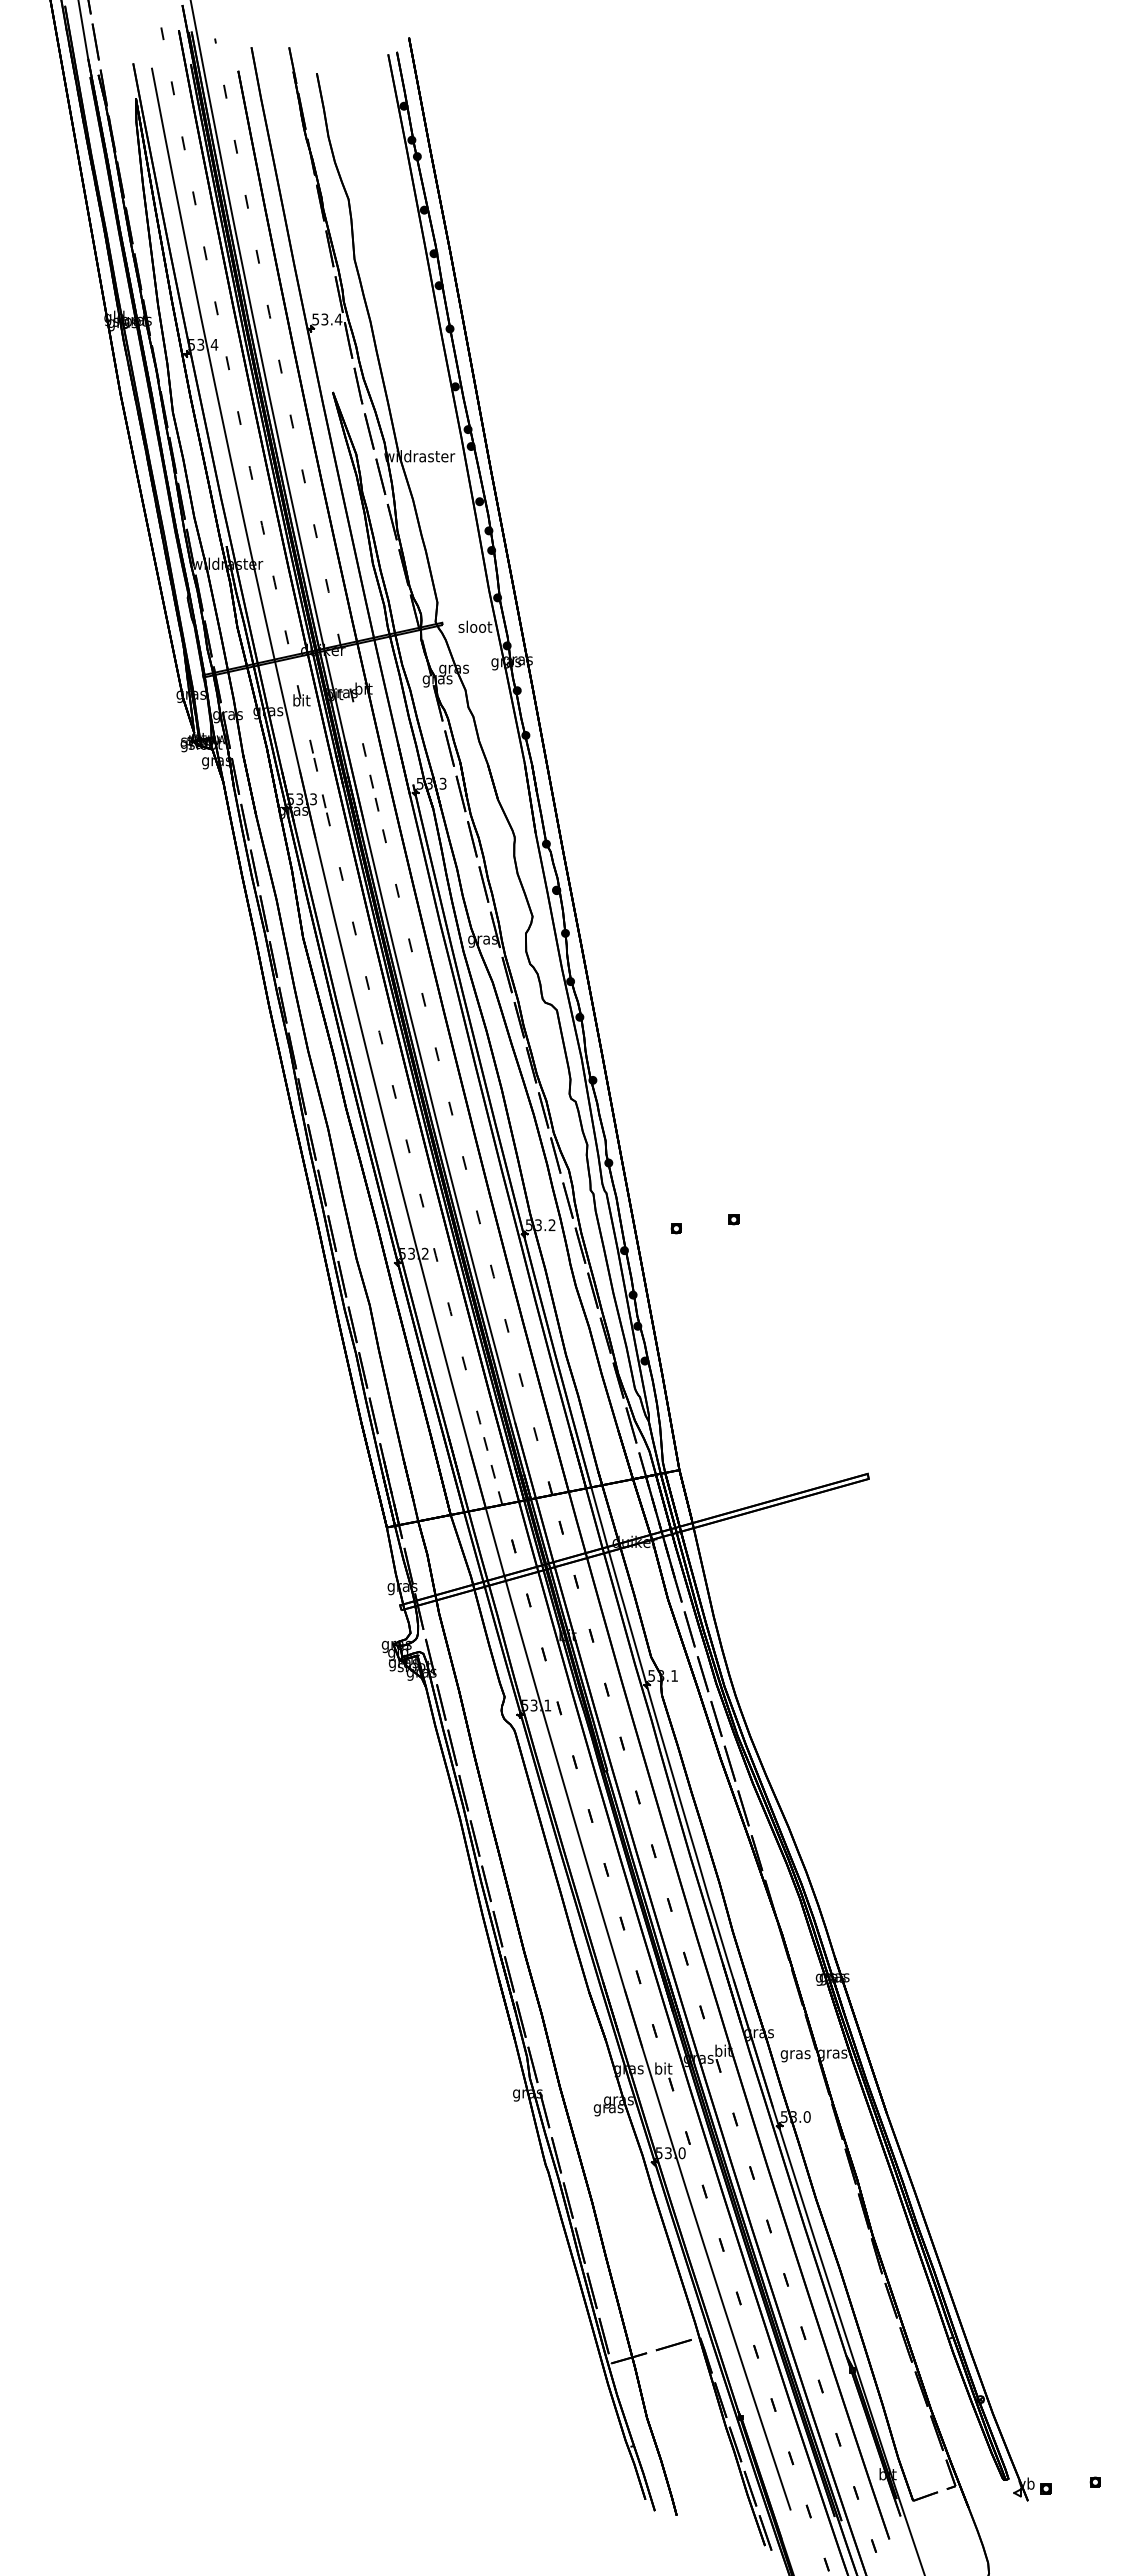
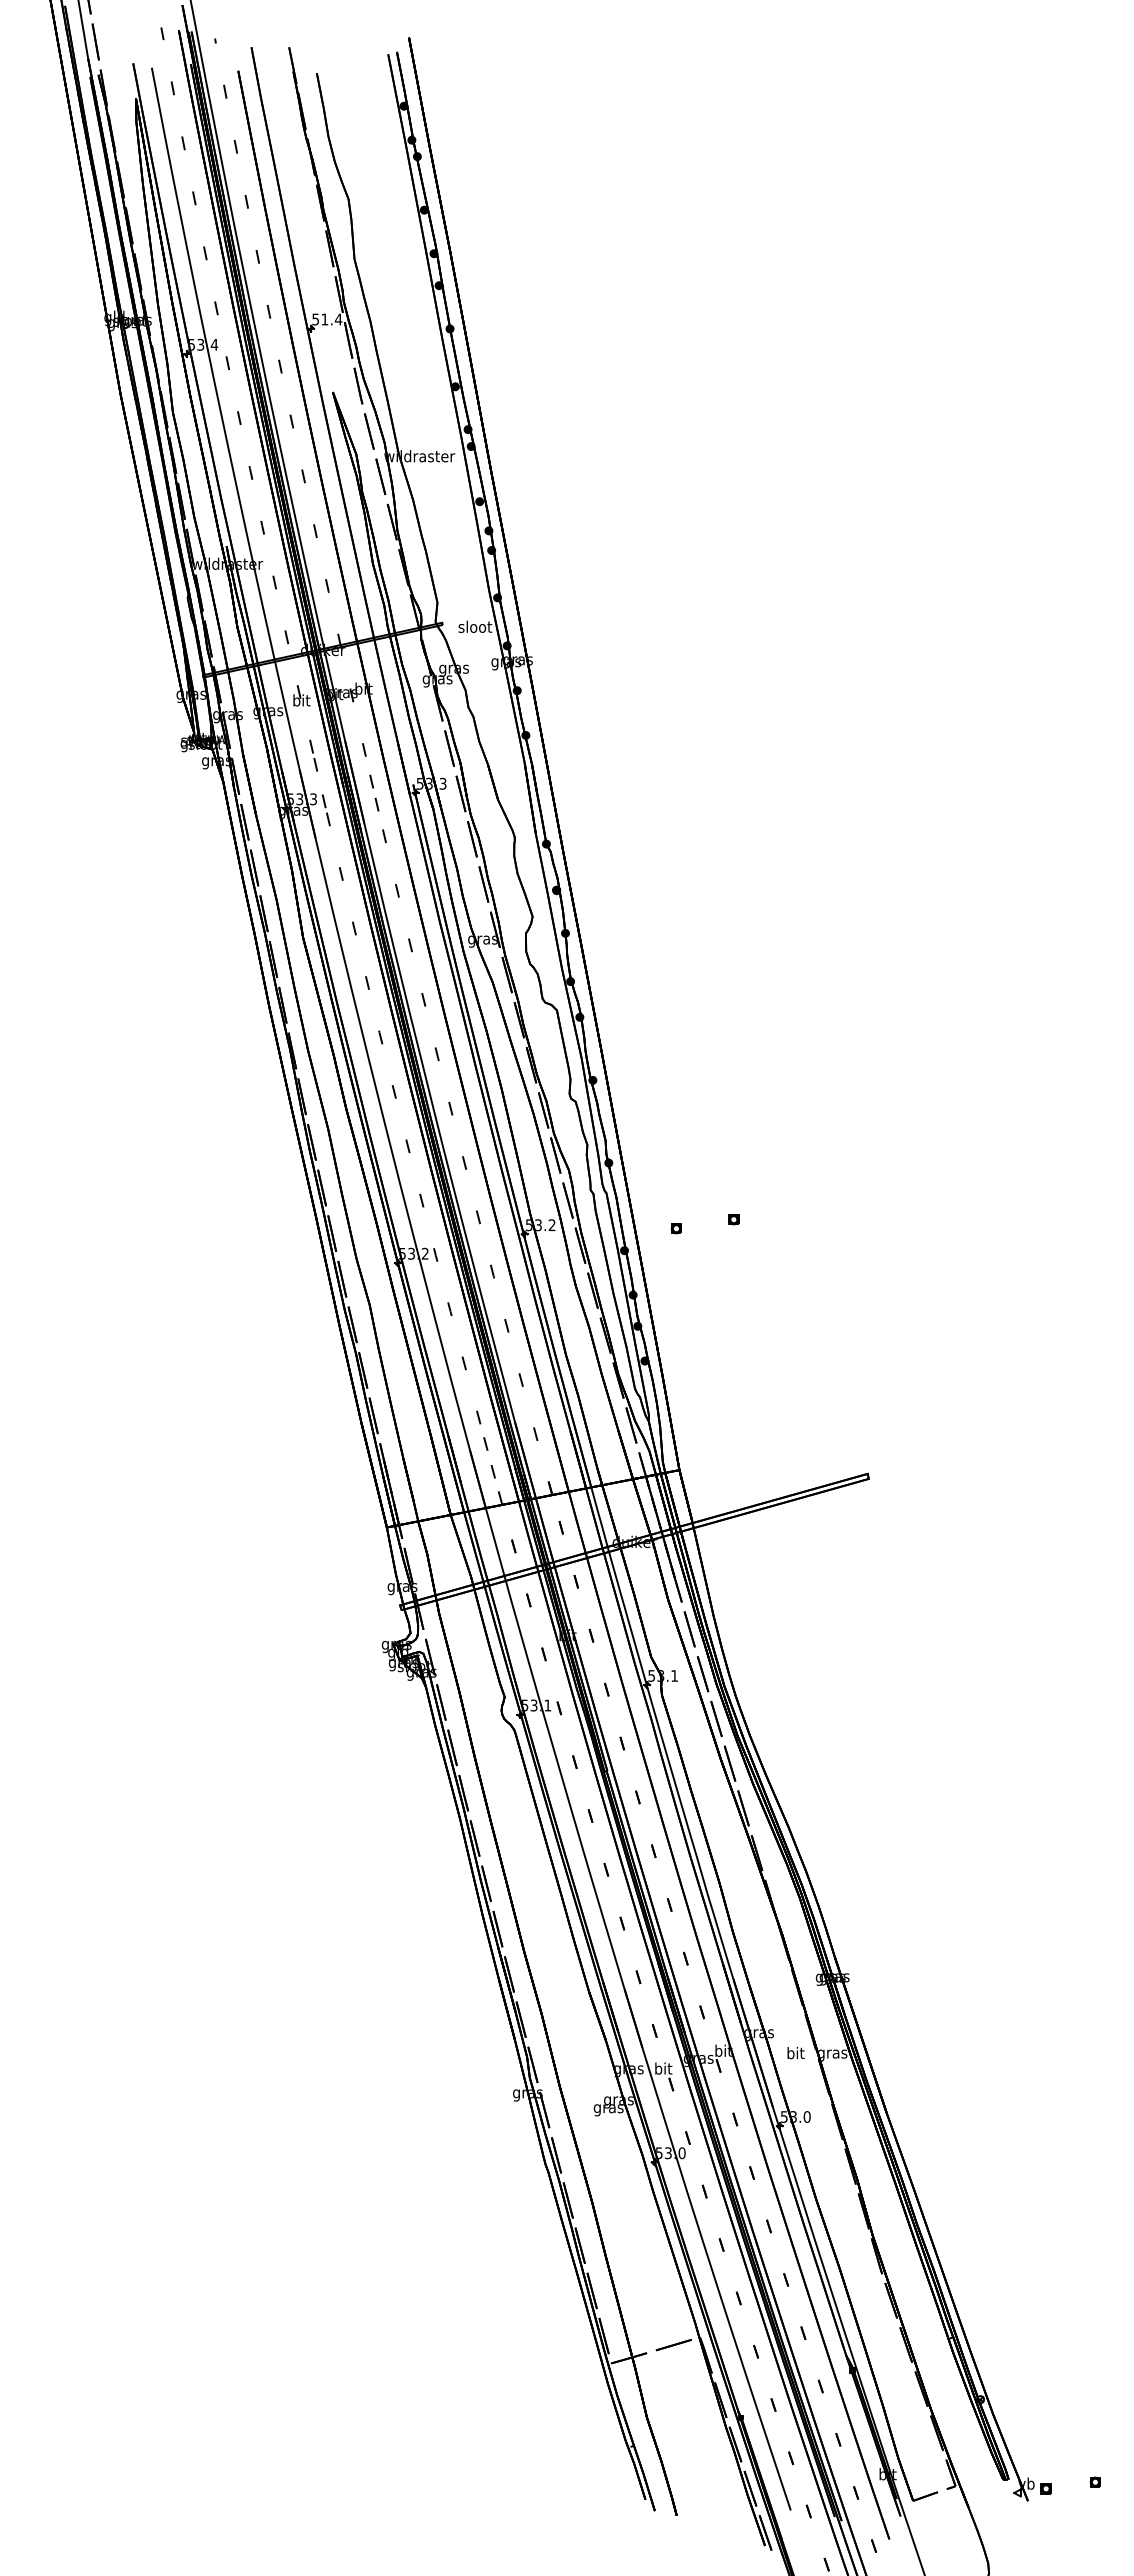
text at (324, 319): 53.4 -> 51.4
text at (795, 2054): gras -> bit
